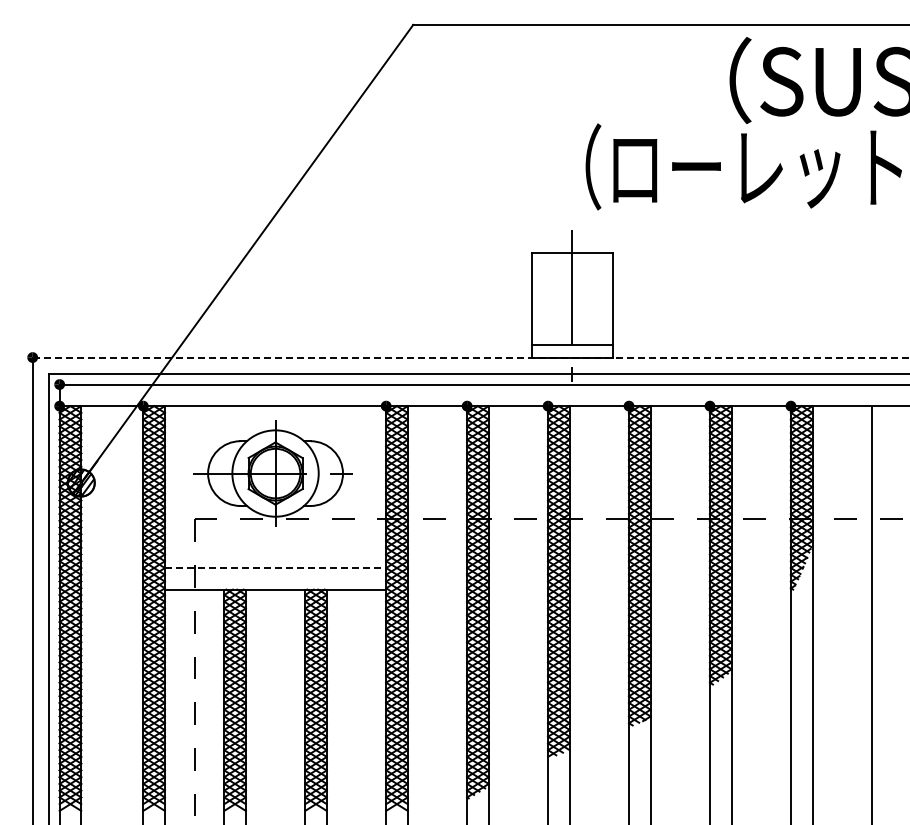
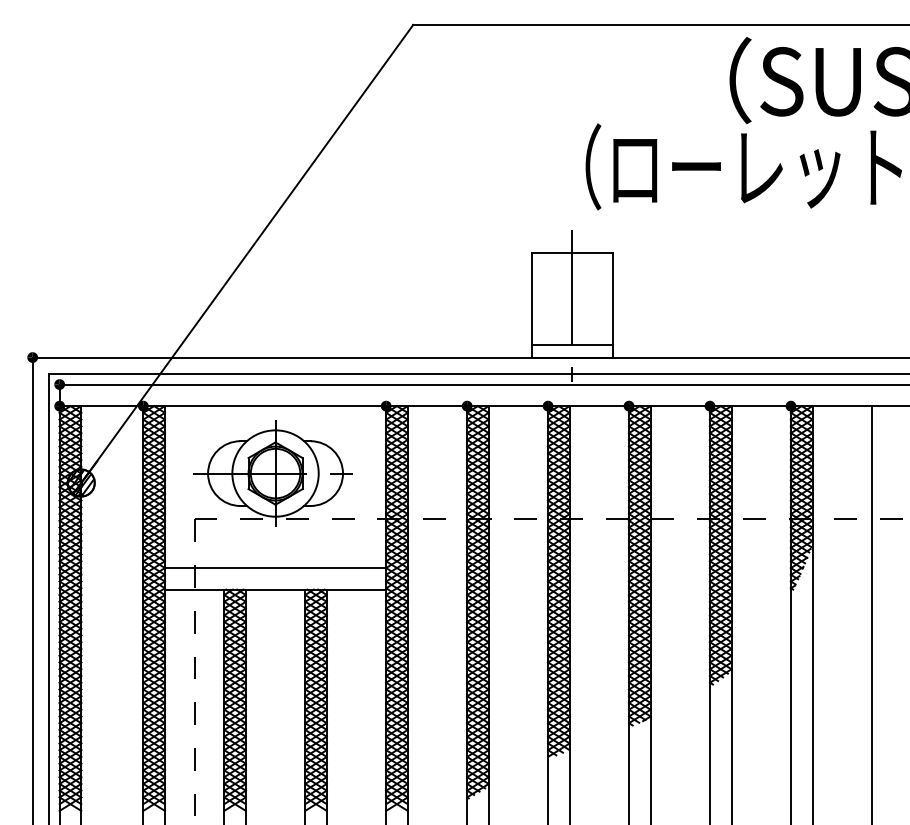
line at (471, 357): dashed -> solid
line at (275, 568): dashed -> solid
